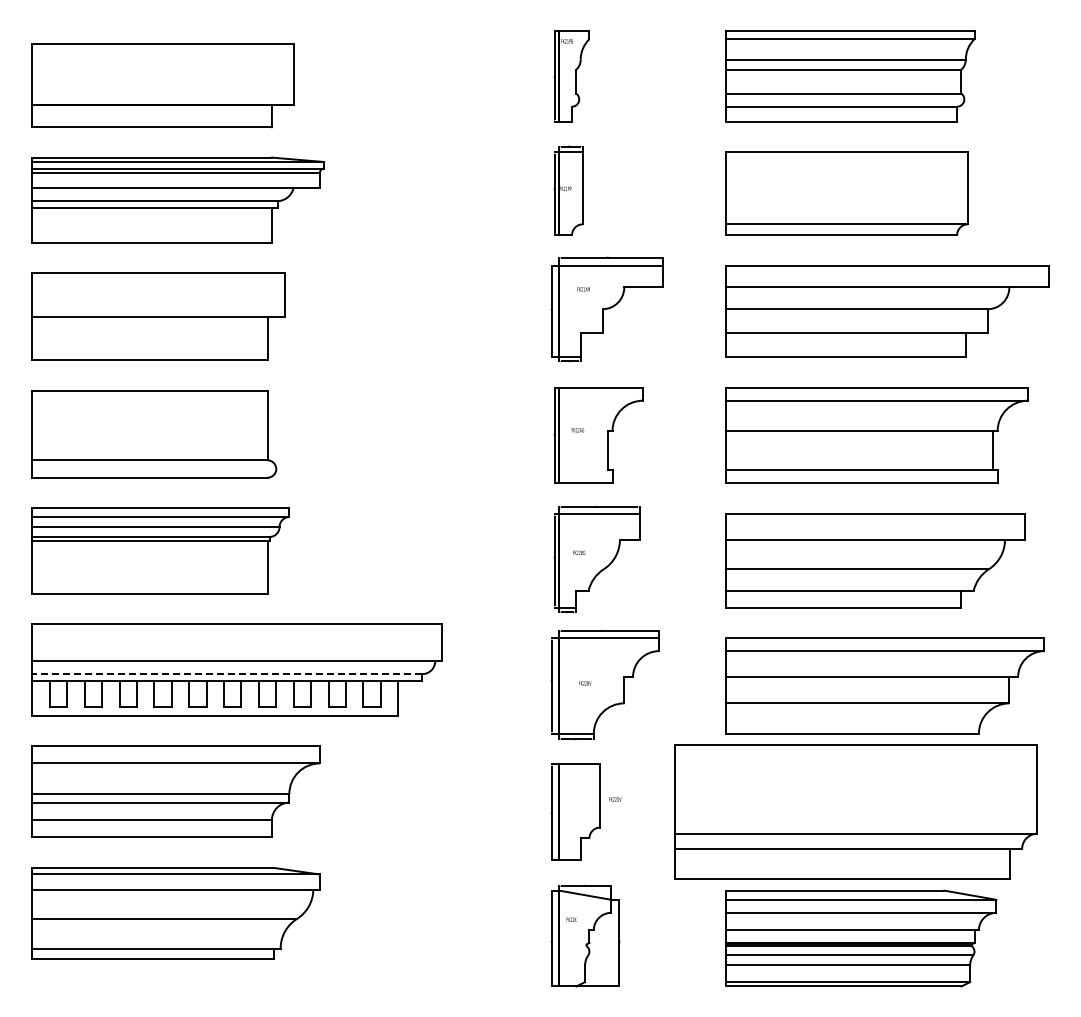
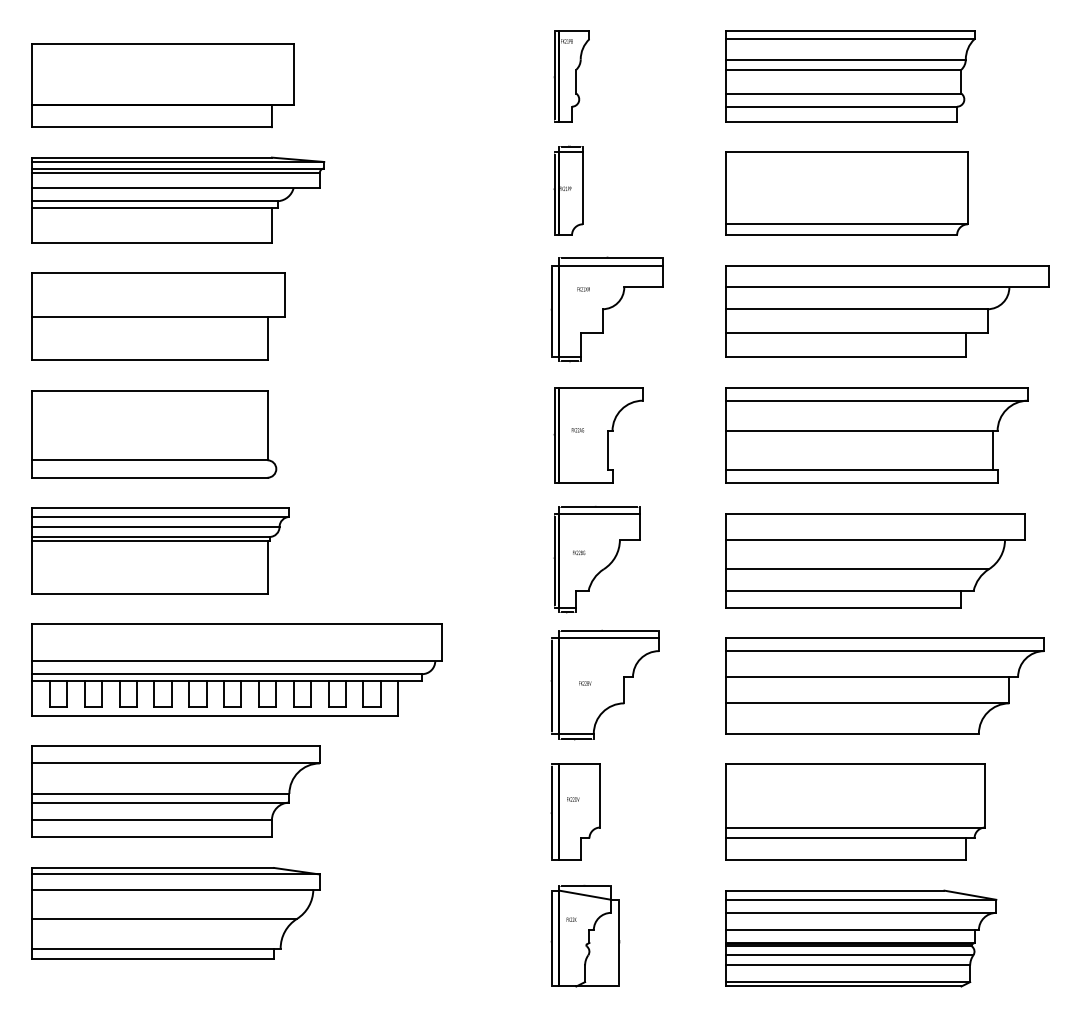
line at (227, 674): dashed -> solid
text at (615, 799) position: (615, 799) -> (573, 799)
part at (855, 811) size: 364x136 px -> 261x98 px
